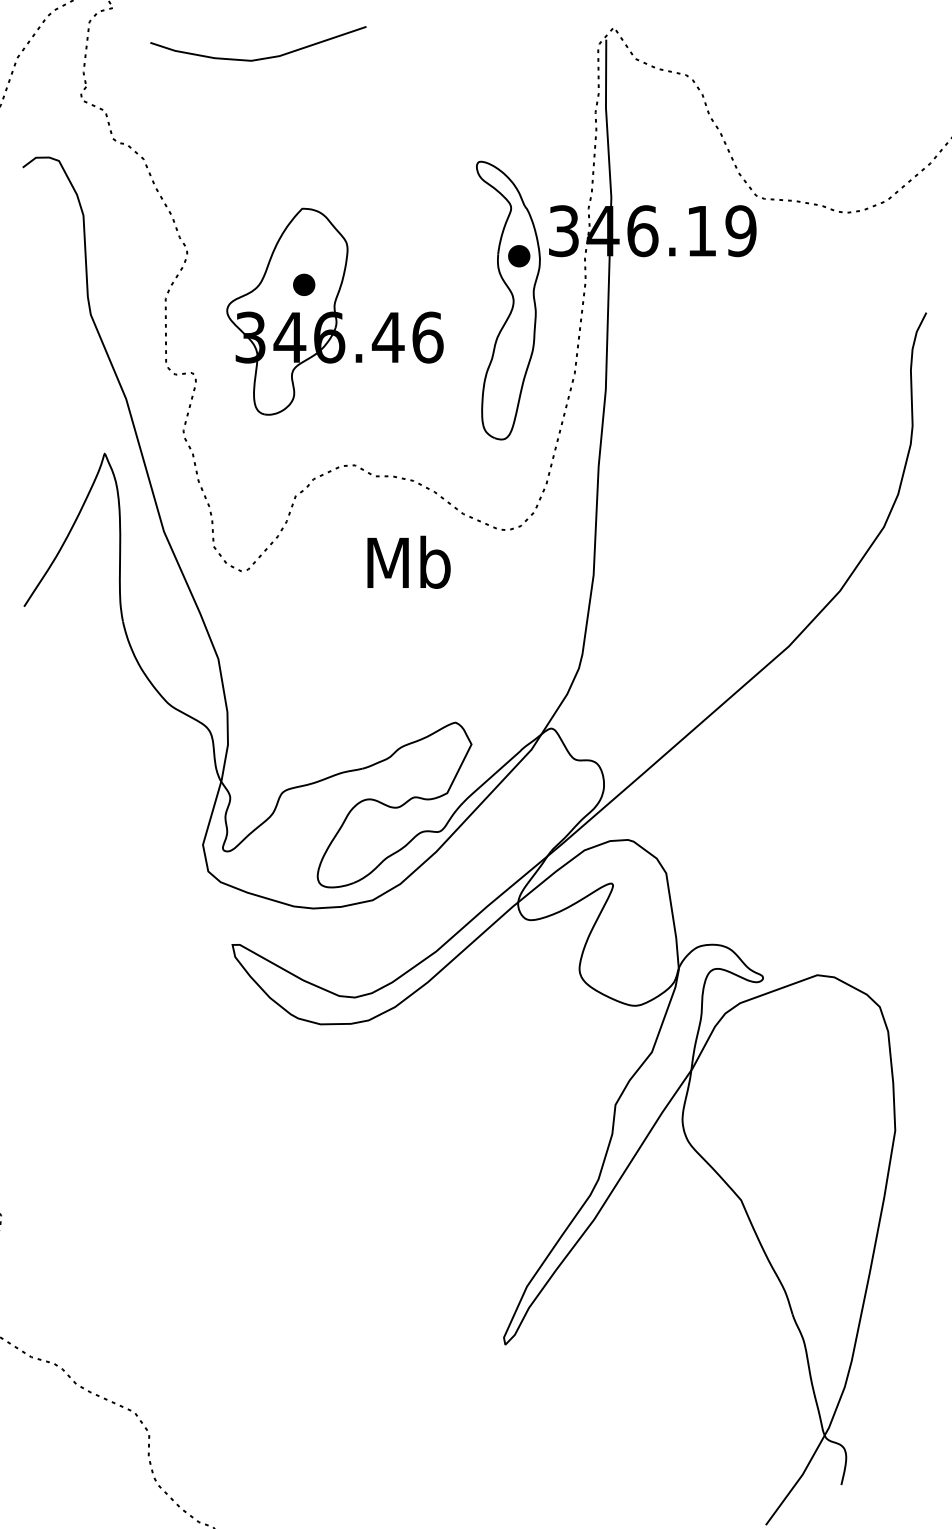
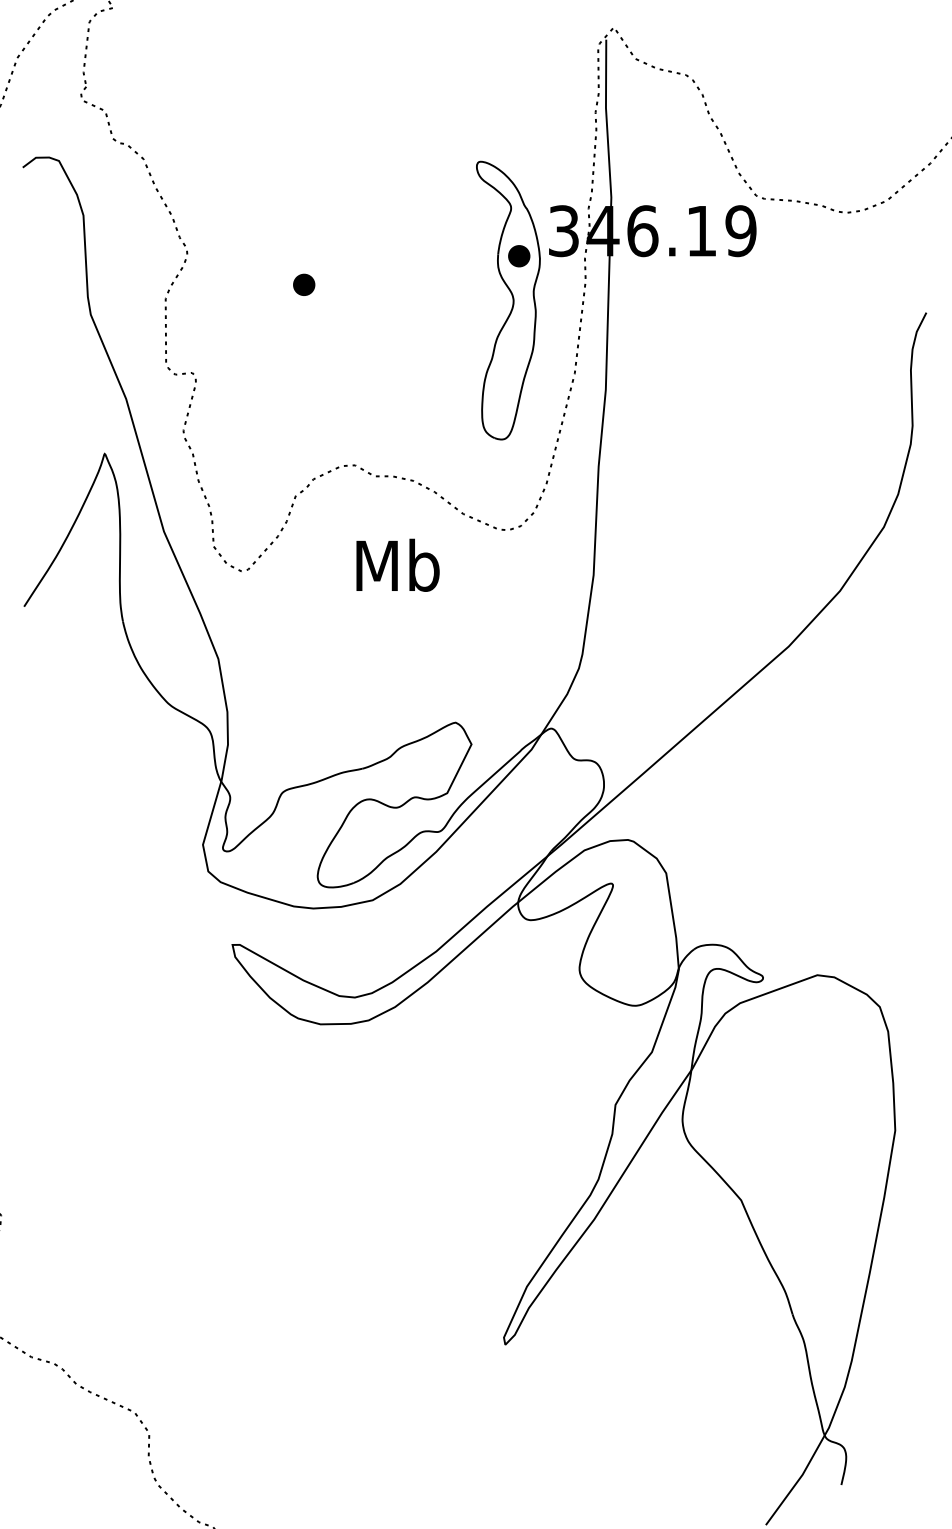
curve at (263, 57): present -> none
part at (334, 311): present -> none
text at (408, 561) position: (408, 561) -> (397, 564)
